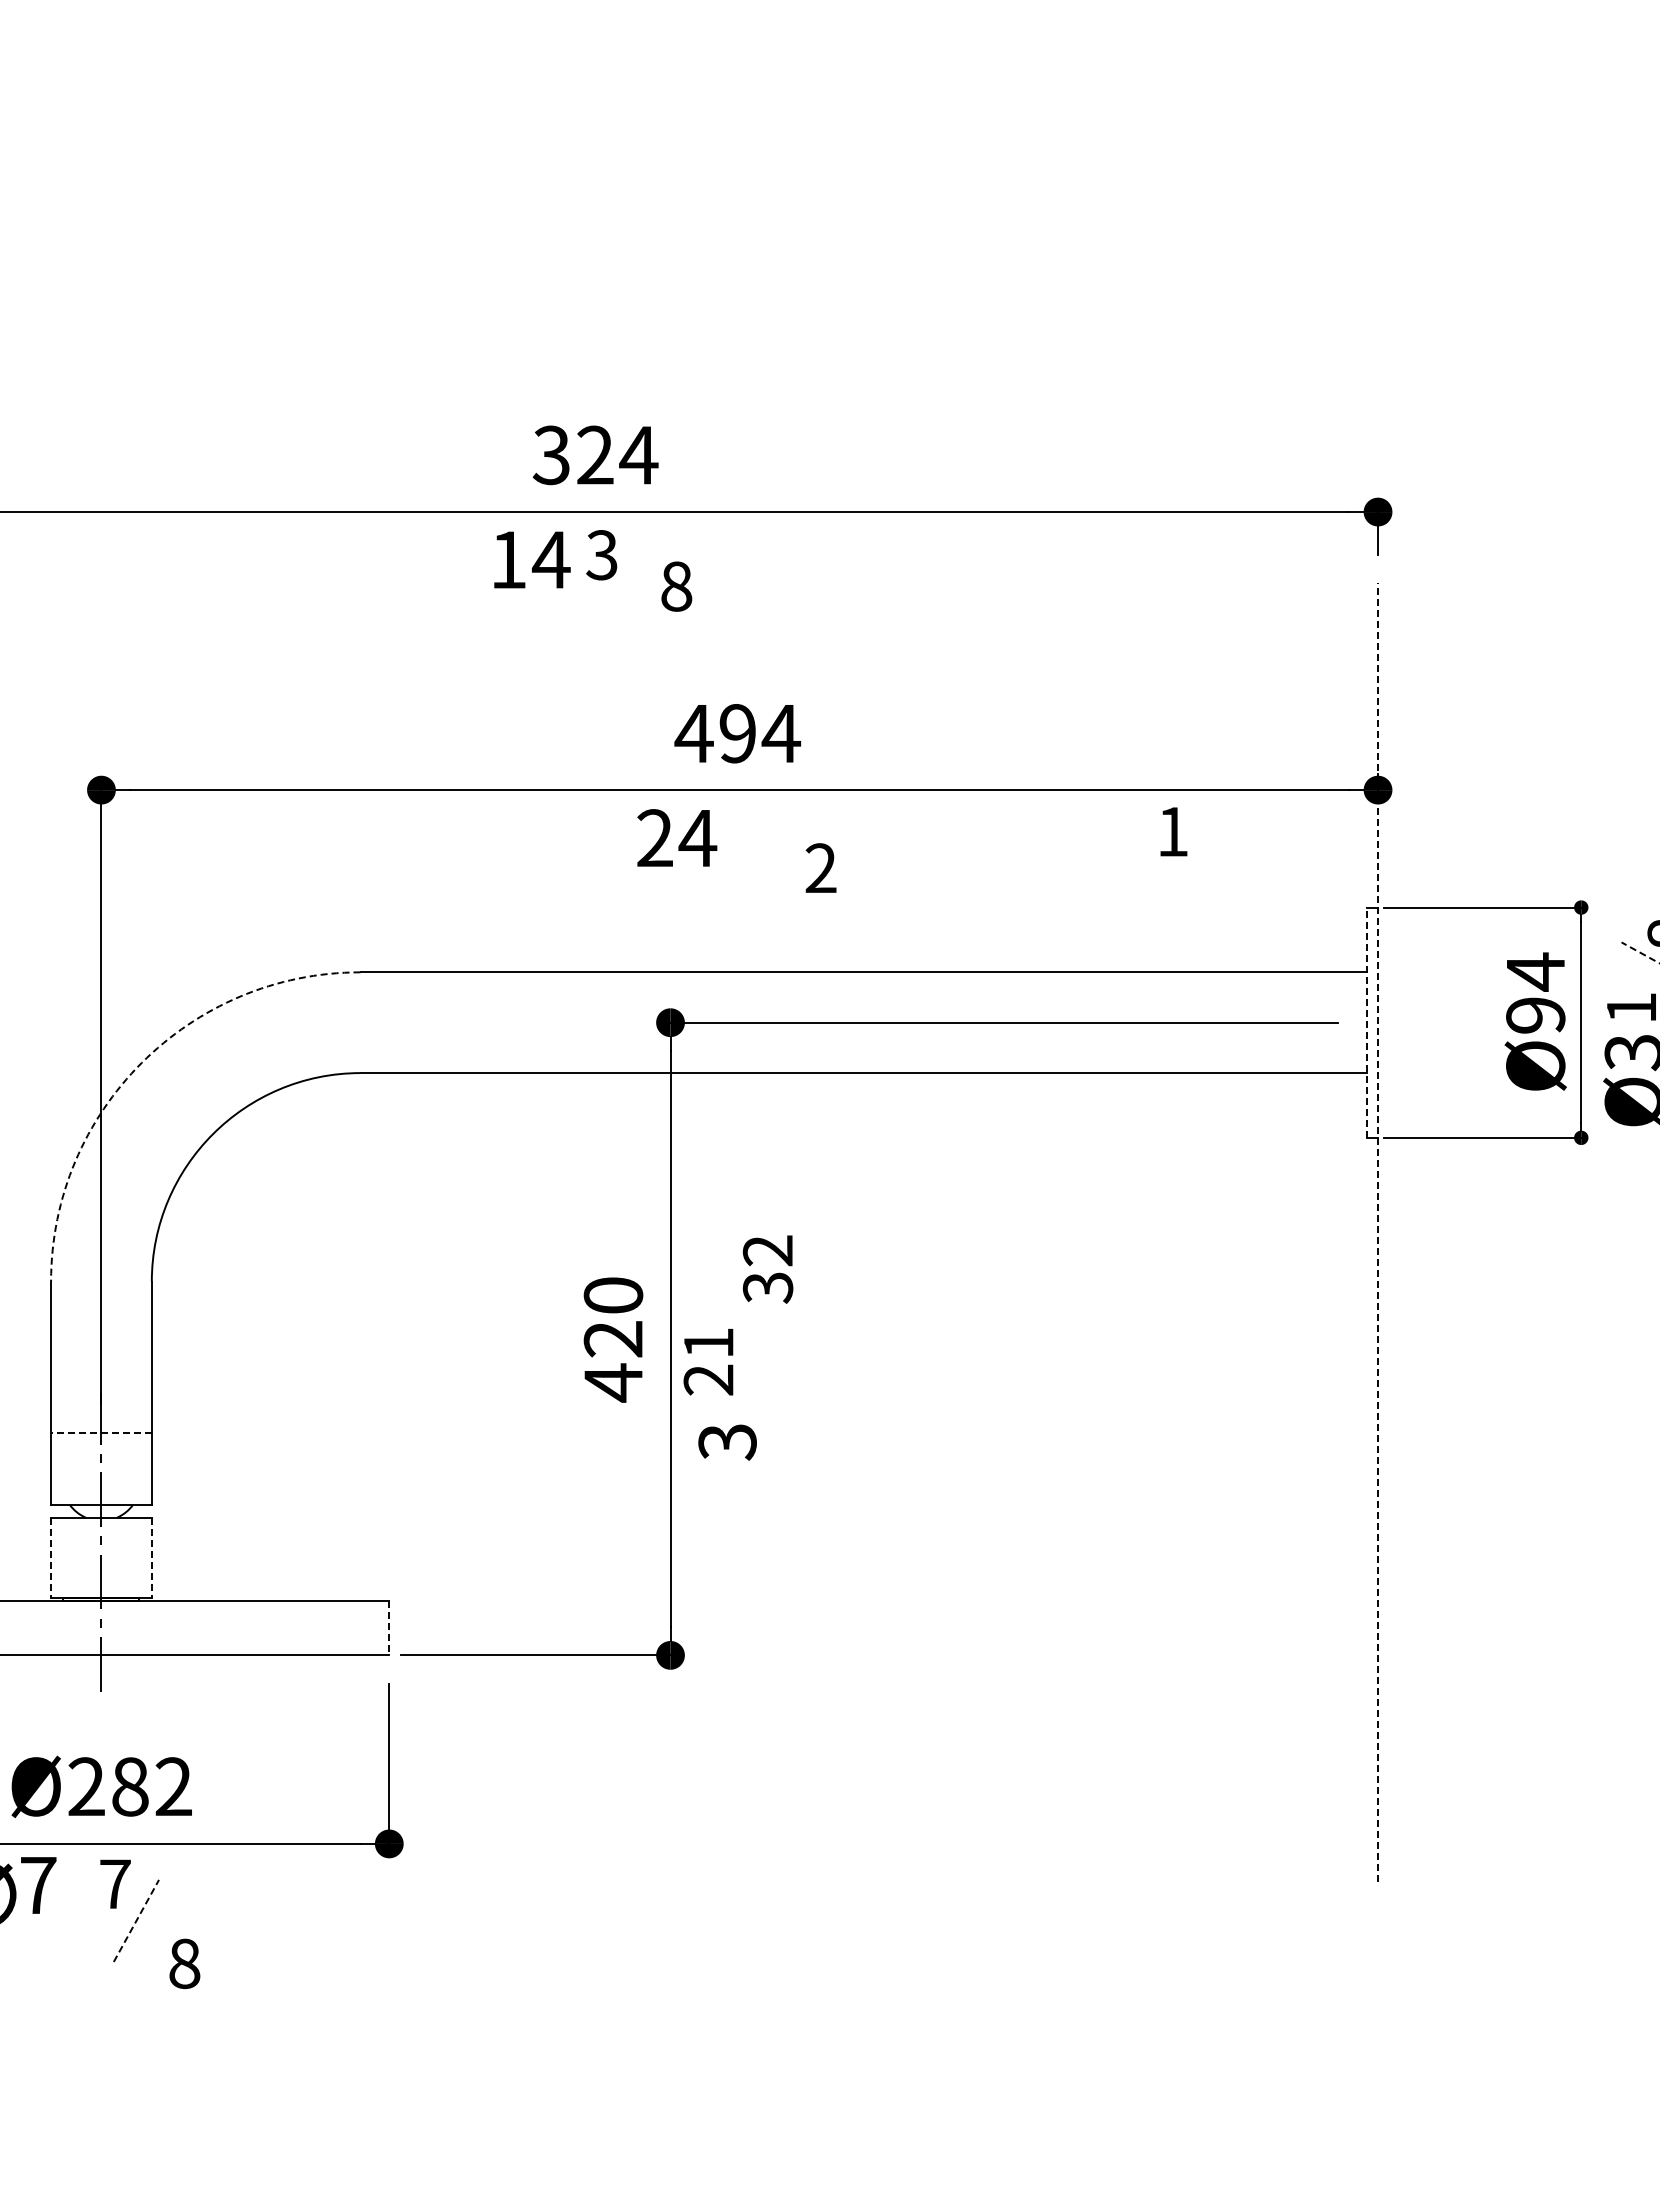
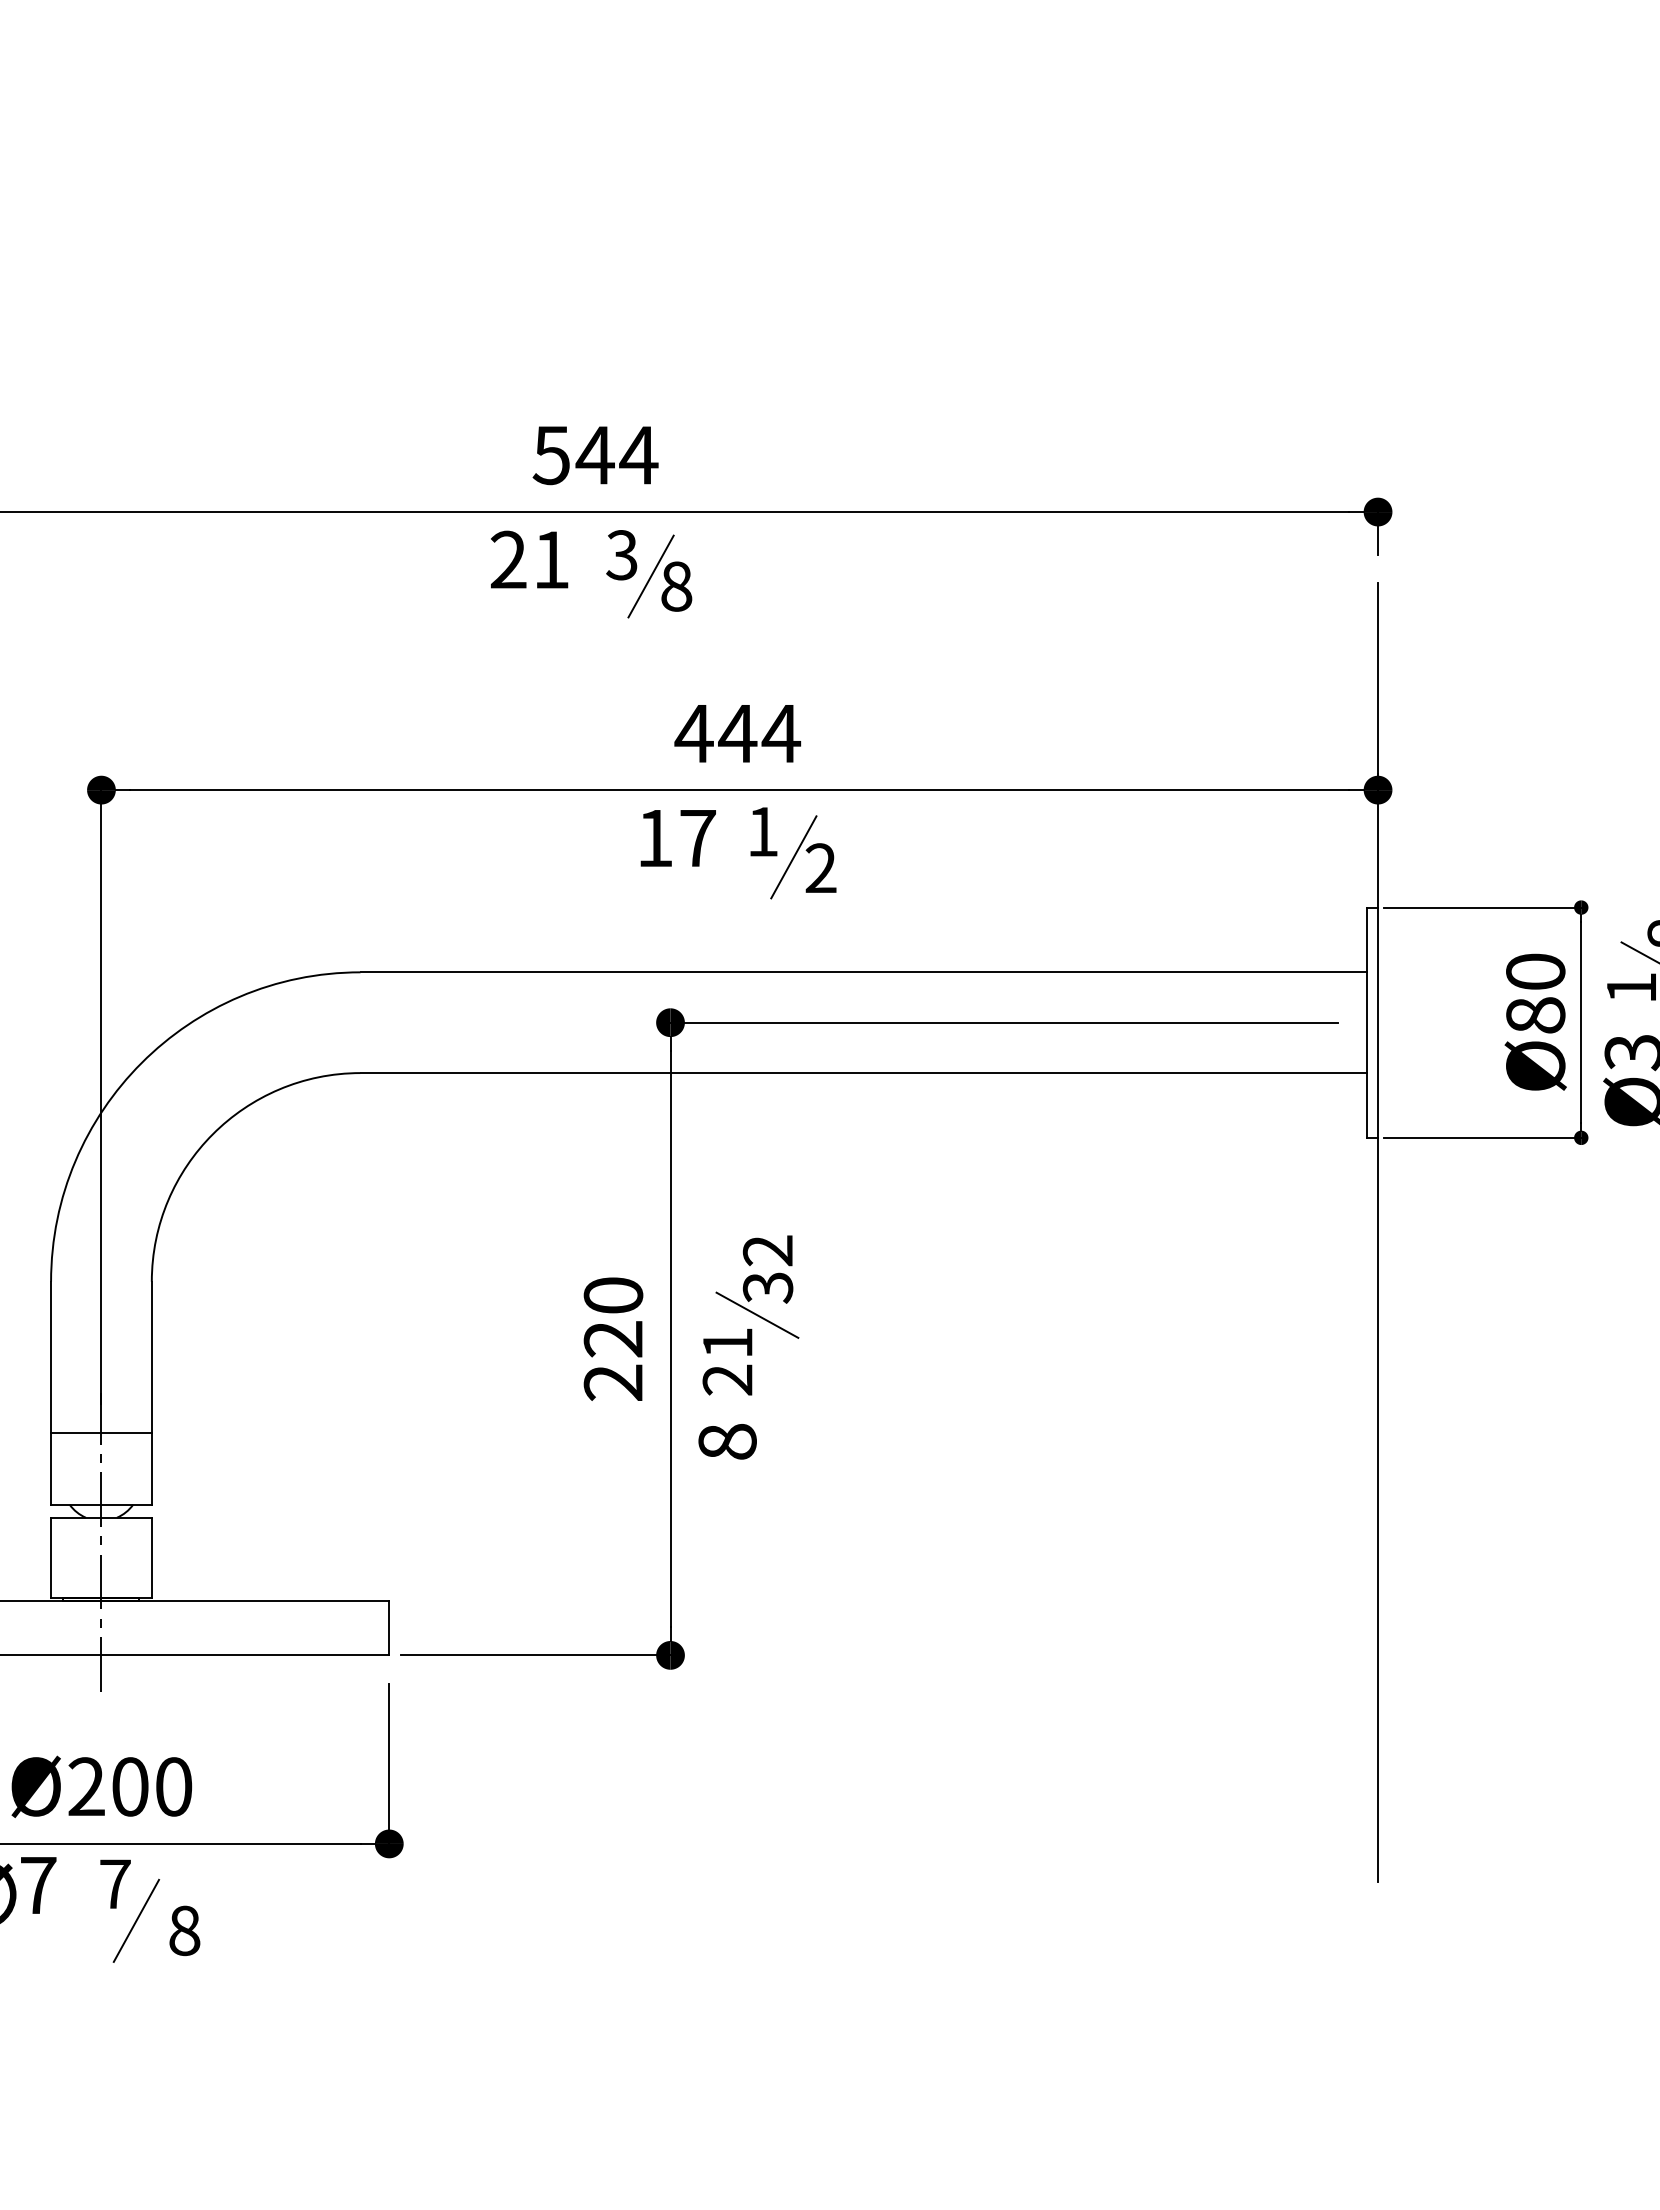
text at (573, 454): 324 -> 544
text at (601, 555) position: (601, 555) -> (621, 555)
text at (530, 559): 14 -> 21
line at (650, 576): none -> present
text at (737, 733): 494 -> 444
text at (1173, 831) position: (1173, 831) -> (763, 831)
text at (677, 837): 24 -> 17
line at (793, 857): none -> present
line at (1640, 952): dashed -> solid
text at (1535, 992): Ø94 -> Ø80
text at (1631, 1006) position: (1631, 1006) -> (1631, 986)
line at (1366, 1022): dashed -> solid
arc at (141, 1062): dashed -> solid
line at (1378, 1232): dashed -> solid
line at (757, 1314): none -> present
text at (708, 1362) position: (708, 1362) -> (727, 1362)
text at (612, 1382): 420 -> 220
line at (100, 1432): dashed -> solid
text at (727, 1442): 3 -> 8
line at (51, 1558): dashed -> solid
line at (151, 1558): dashed -> solid
line at (389, 1628): dashed -> solid
text at (152, 1786): Ø282 -> Ø200
line at (136, 1920): dashed -> solid
text at (184, 1963) position: (184, 1963) -> (184, 1930)
